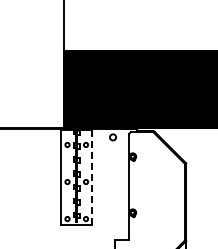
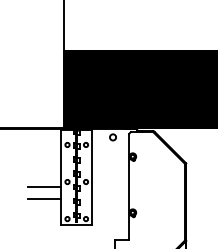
line at (92, 178): dashed -> solid
line at (44, 186): none -> present
line at (44, 198): none -> present
